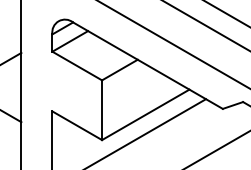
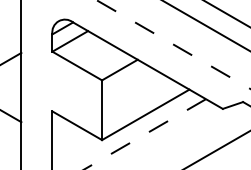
line at (173, 44): solid -> dashed
line at (144, 134): solid -> dashed
